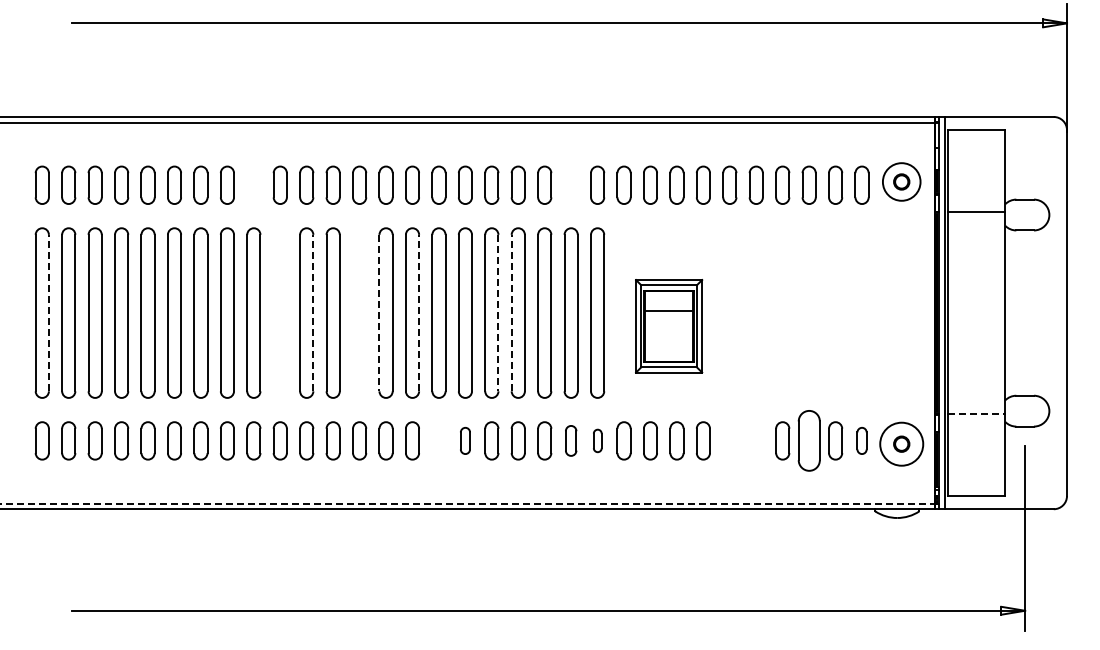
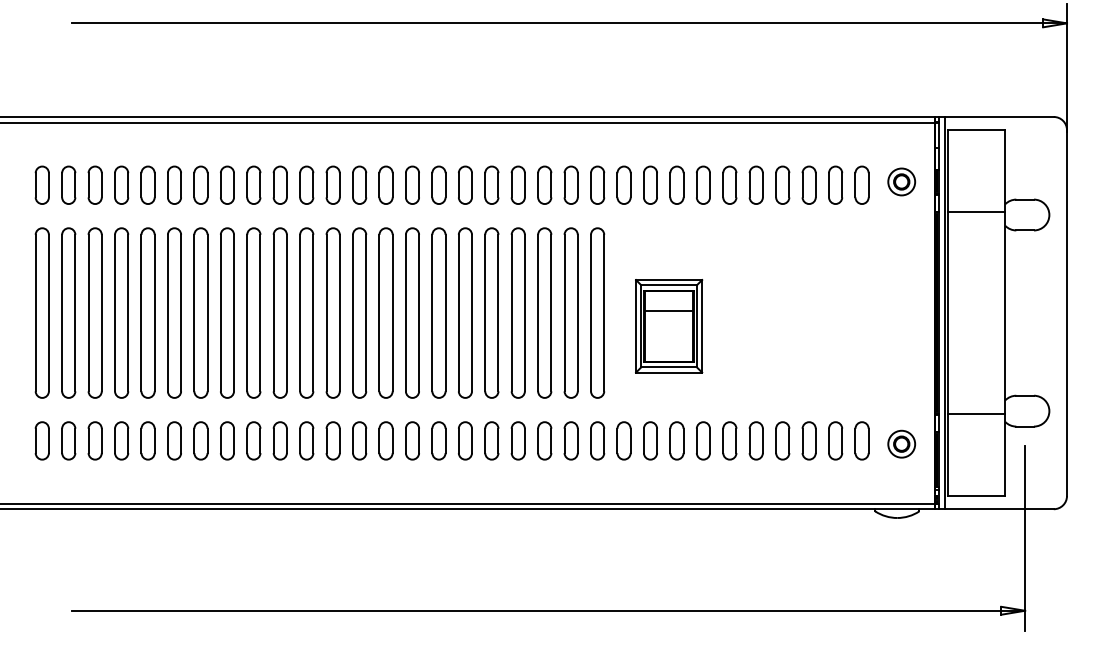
circle at (901, 181) diameter: 38 px -> 27 px
part at (253, 184): none -> present
part at (570, 184): none -> present
line at (48, 312): dashed -> solid
part at (279, 312): none -> present
line at (313, 312): dashed -> solid
part at (359, 312): none -> present
line at (419, 312): dashed -> solid
line at (511, 312): dashed -> solid
line at (379, 313): dashed -> solid
line at (498, 313): dashed -> solid
line at (976, 414): dashed -> solid
part at (438, 440): none -> present
part at (465, 440) size: 11x28 px -> 15x40 px
part at (571, 440) size: 13x32 px -> 16x40 px
part at (597, 440) size: 10x26 px -> 16x40 px
part at (729, 440): none -> present
part at (755, 440): none -> present
part at (808, 440) size: 24x62 px -> 16x40 px
part at (861, 440) size: 12x28 px -> 16x40 px
circle at (901, 443) diameter: 43 px -> 27 px
line at (467, 503): dashed -> solid
